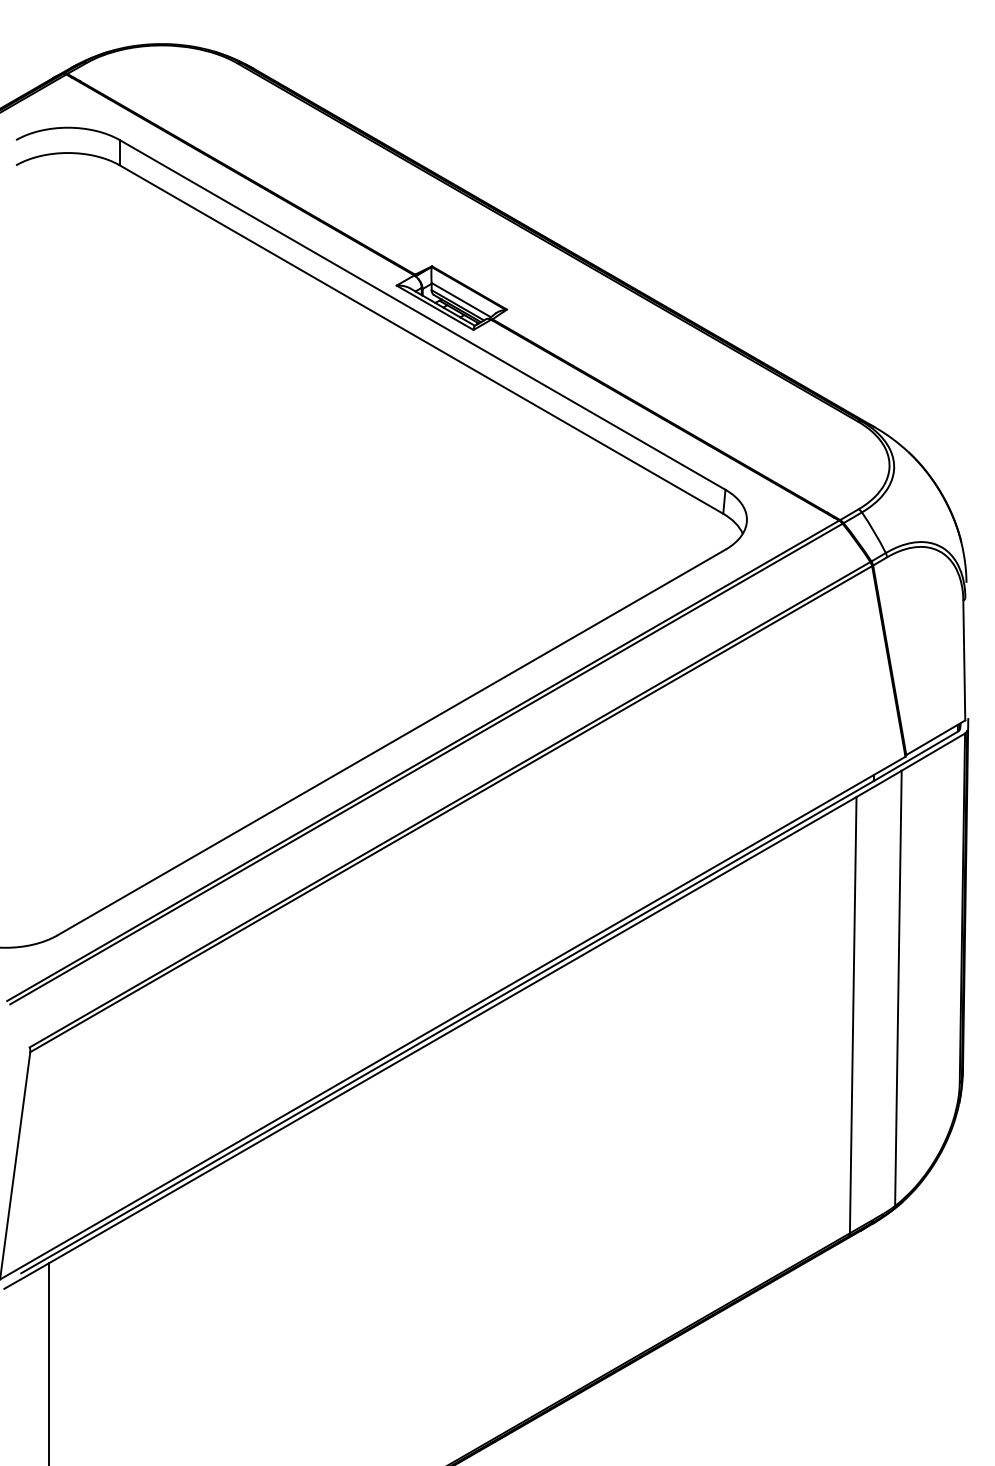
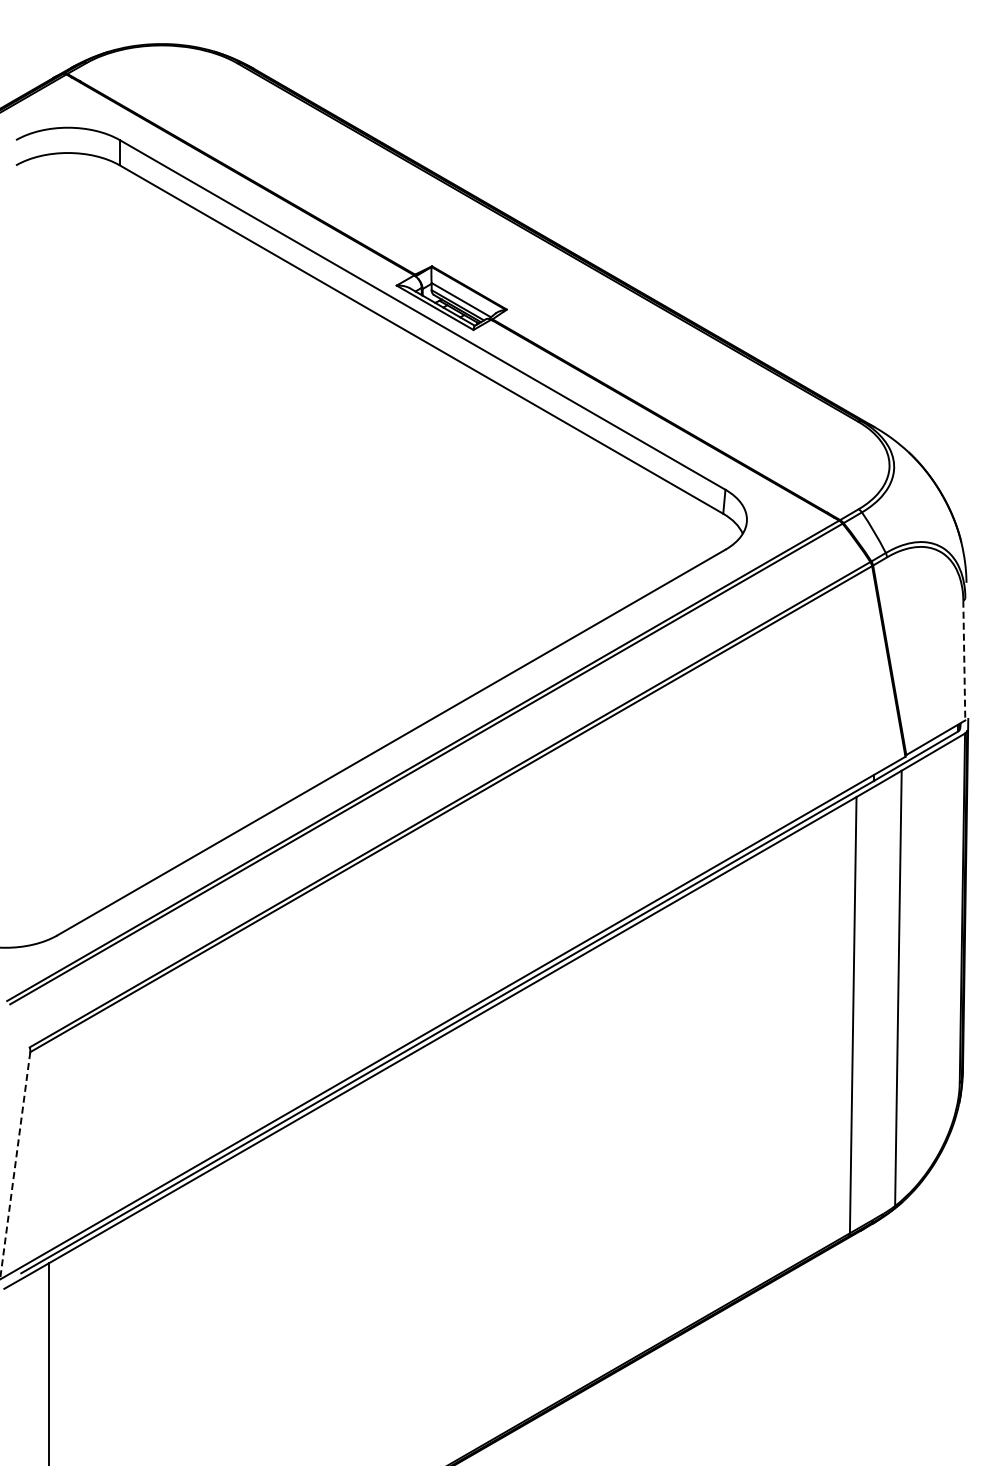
line at (964, 660): solid -> dashed
line at (15, 1165): solid -> dashed
